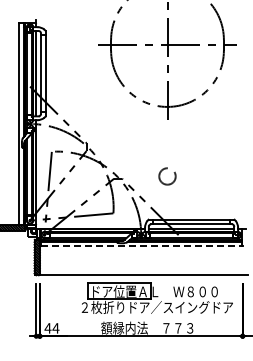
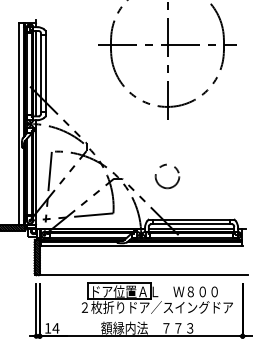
circle at (167, 176) size: 19x19 px -> 27x27 px
line at (141, 246): dashed -> solid
text at (47, 328): 44 -> 14
